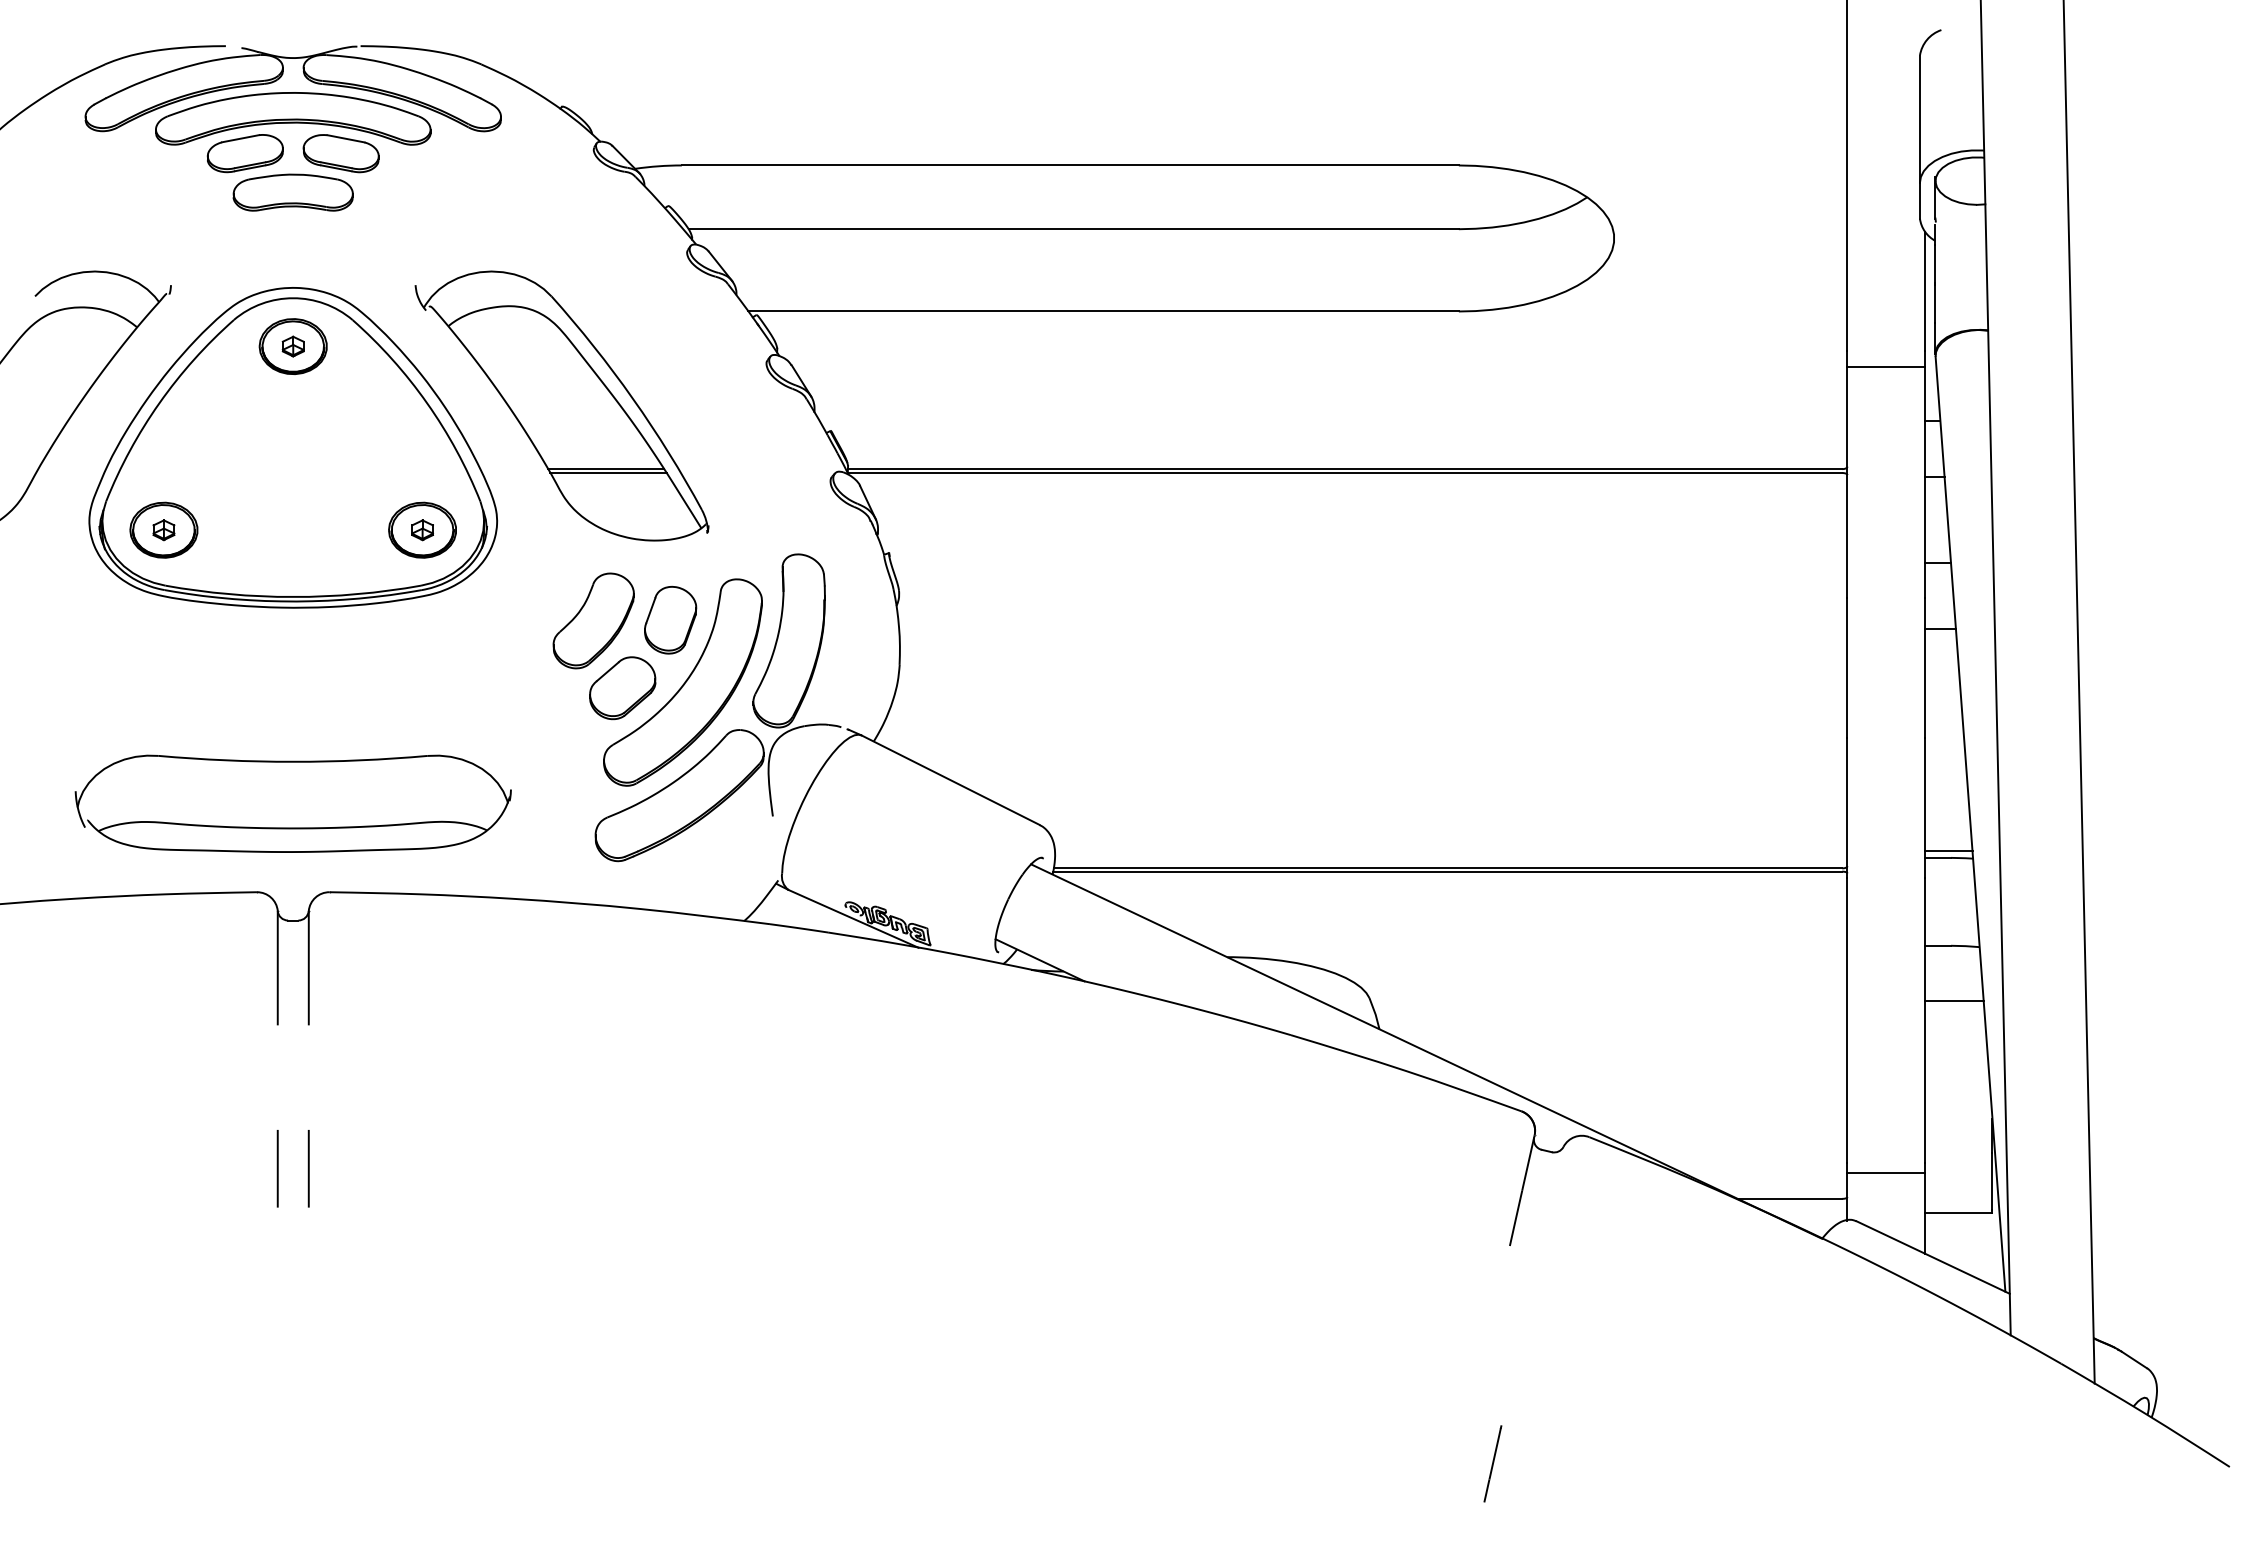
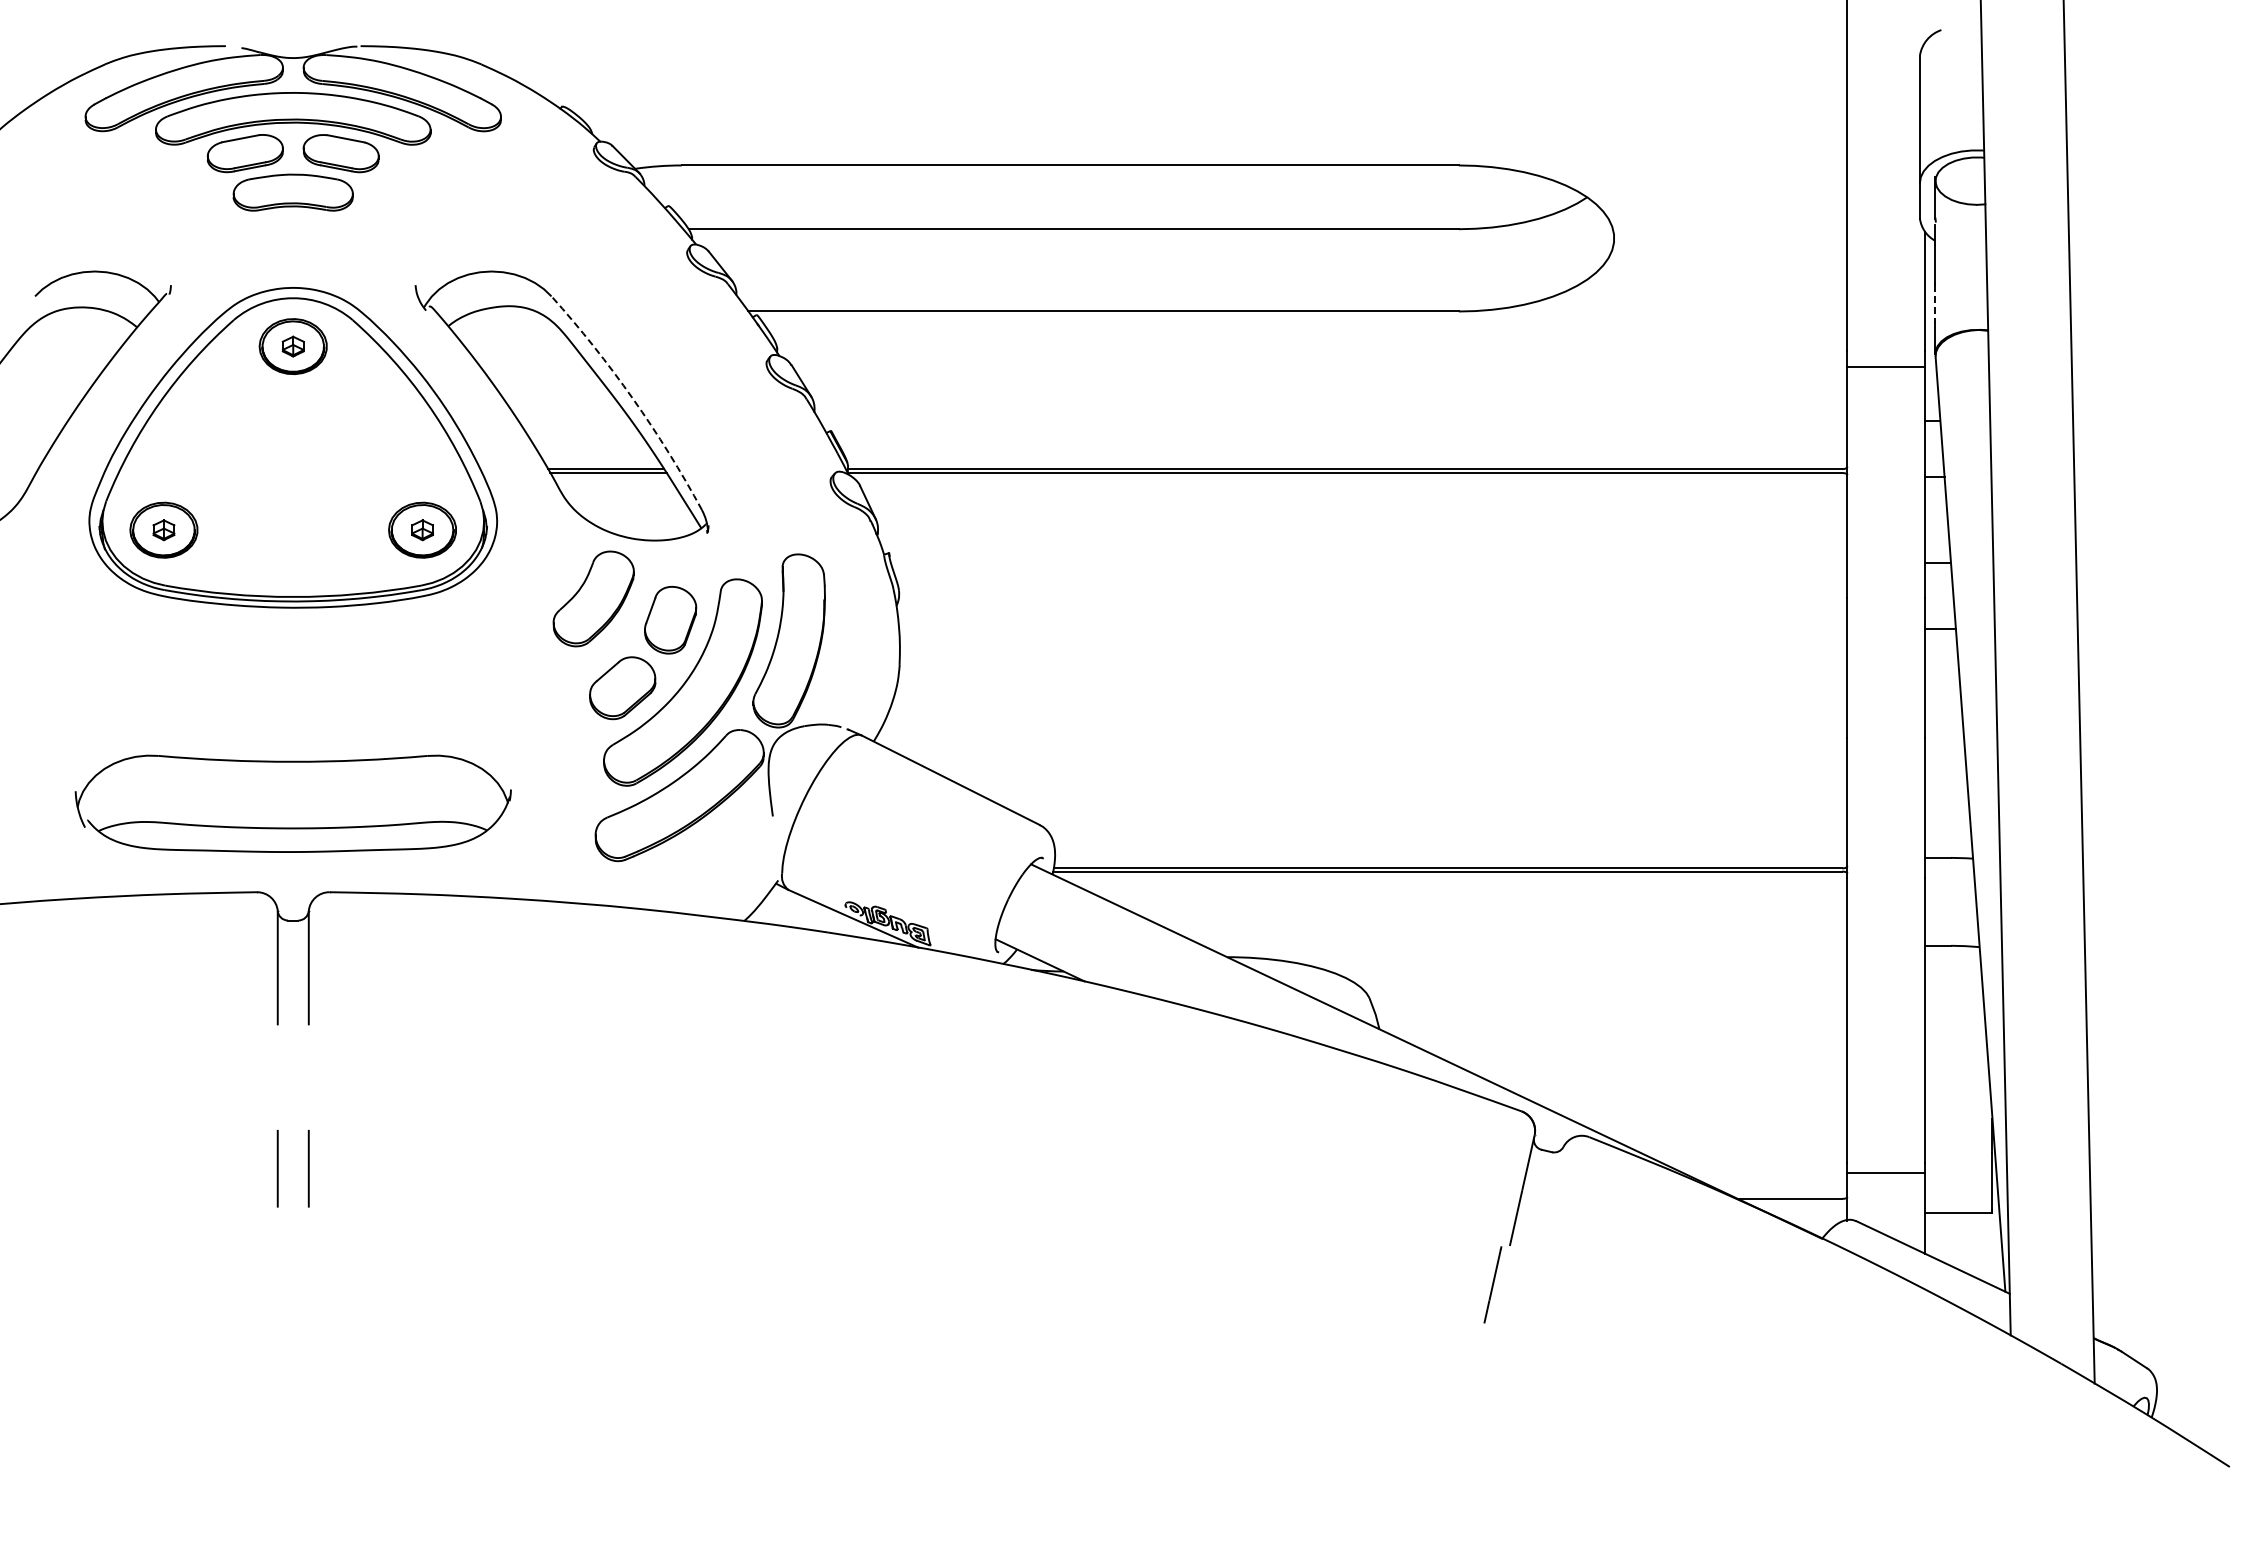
line at (1935, 304): solid -> dashed
arc at (632, 398): solid -> dashed
part at (593, 620) position: (593, 620) -> (593, 598)
line at (1948, 850): present -> none
line at (1954, 1000): present -> none
line at (1492, 1463) position: (1492, 1463) -> (1492, 1284)
